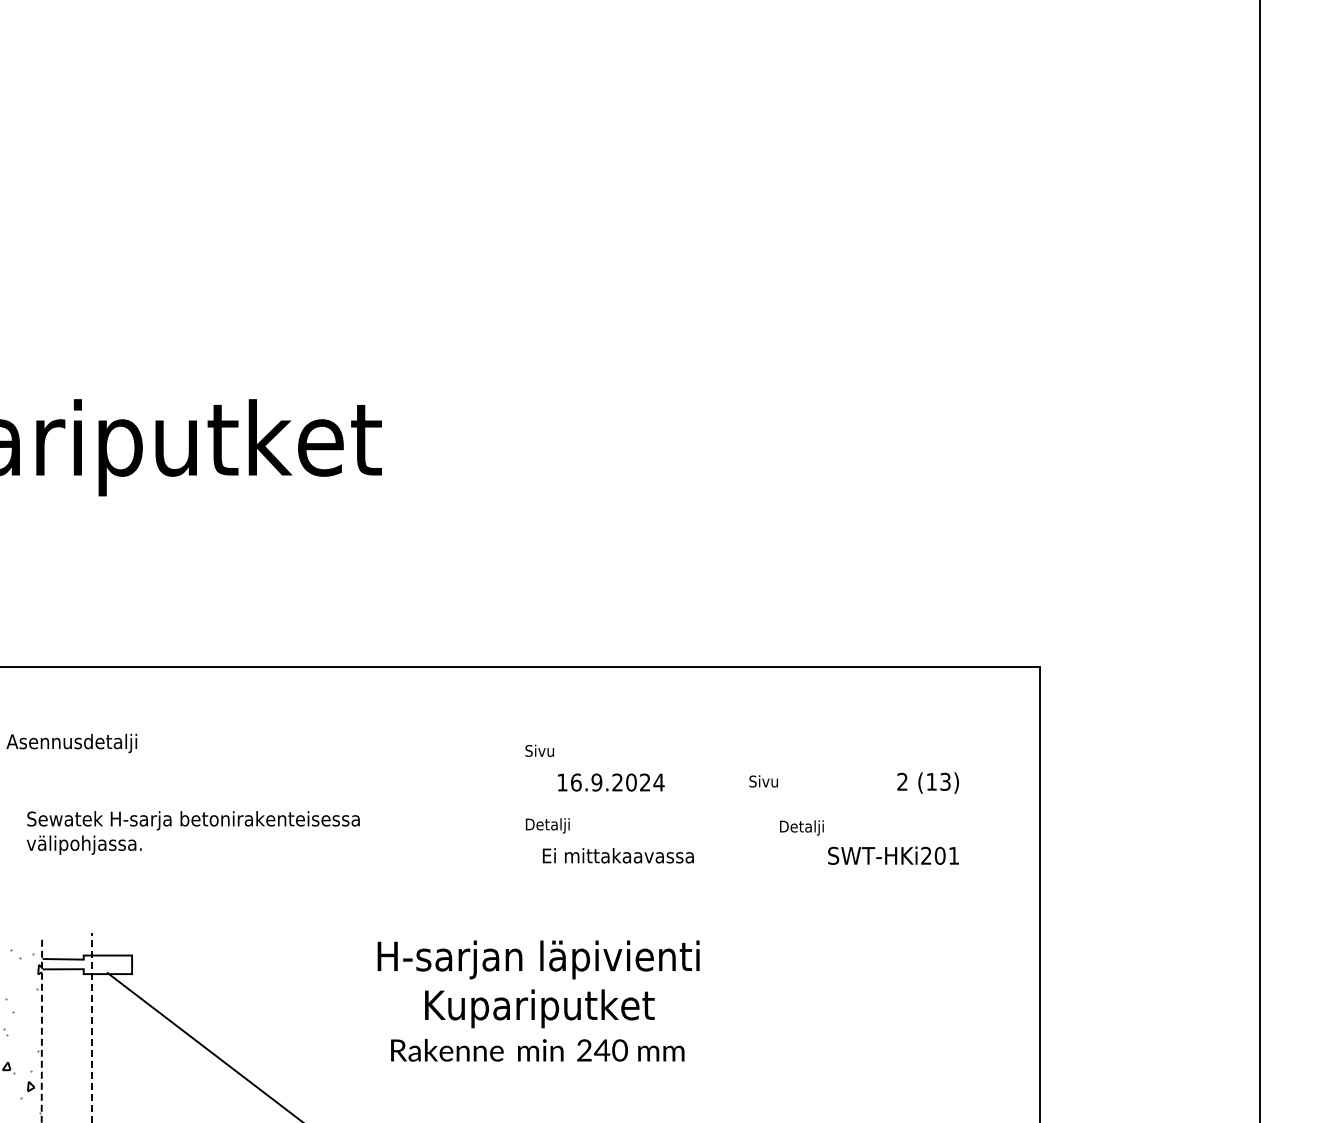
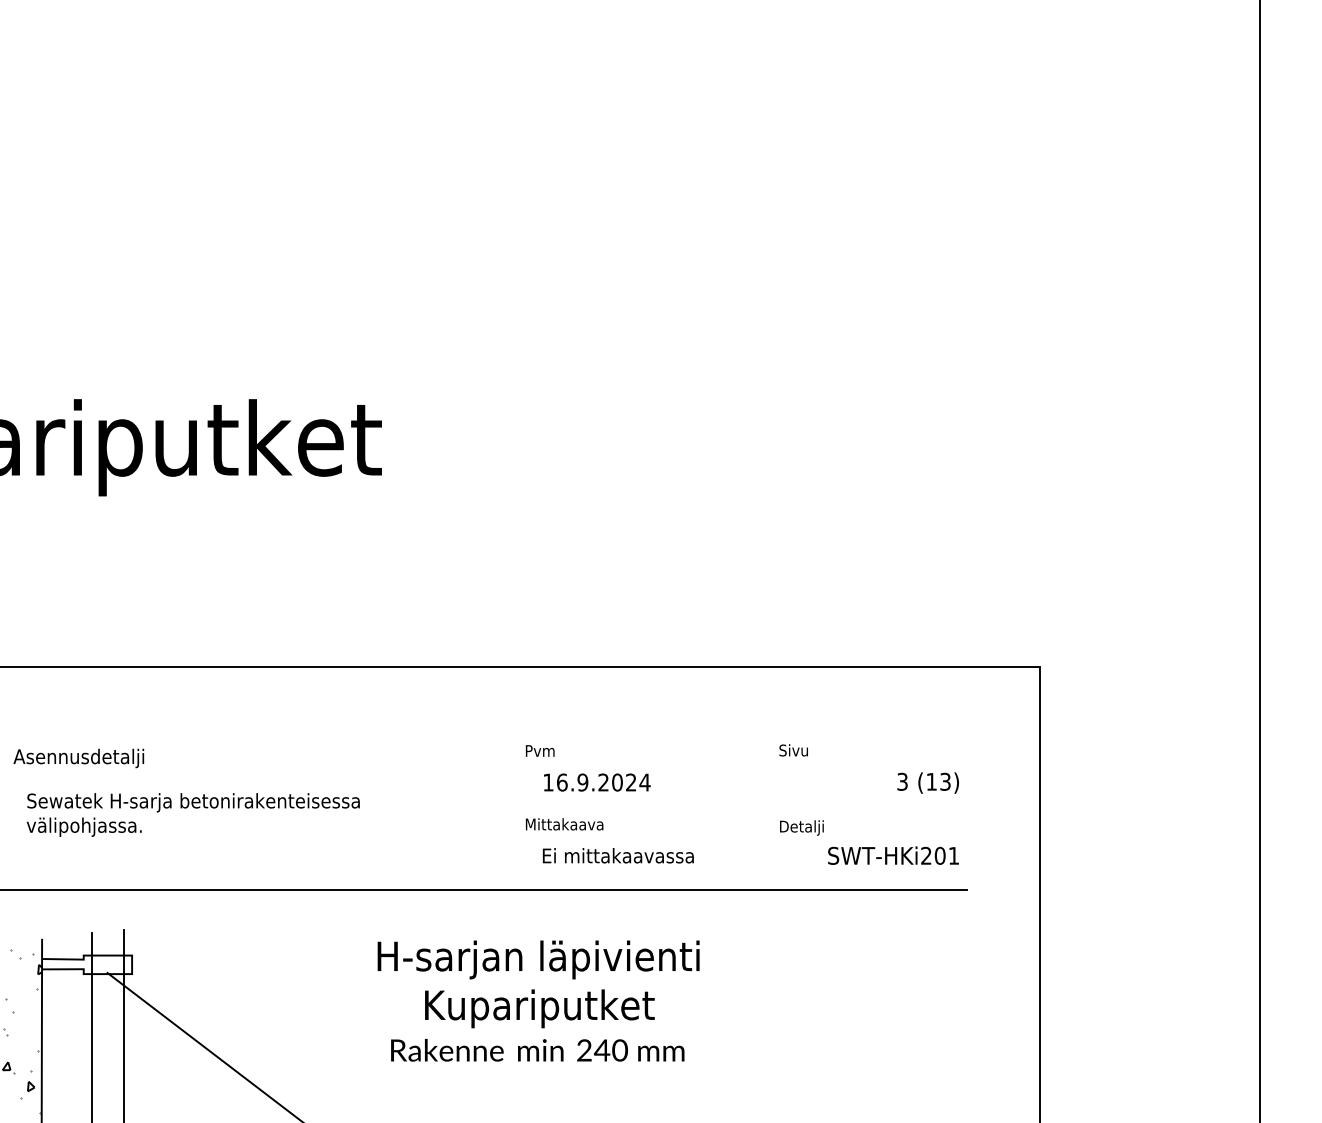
text at (71, 743) position: (71, 743) -> (78, 758)
text at (539, 750): Sivu -> Pvm
text at (763, 781) position: (763, 781) -> (793, 750)
text at (902, 781): 2 -> 3
text at (611, 782) position: (611, 782) -> (597, 782)
text at (565, 825): Detalji -> Mittakaava
text at (193, 832) position: (193, 832) -> (193, 814)
line at (484, 890): none -> present
line at (124, 1024): none -> present
line at (92, 1027): dashed -> solid
line at (41, 1031): dashed -> solid
